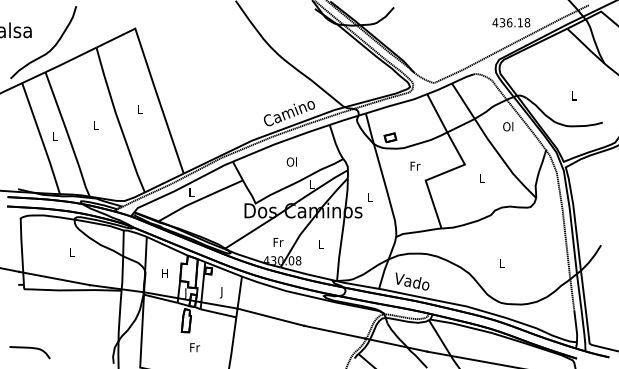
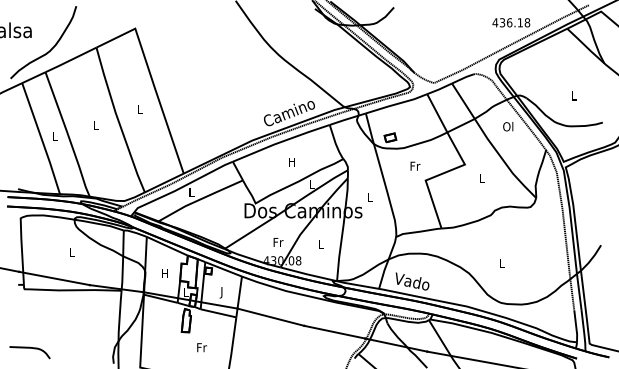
text at (291, 161): Ol -> H
text at (186, 293): J -> L
text at (194, 347) position: (194, 347) -> (201, 347)
